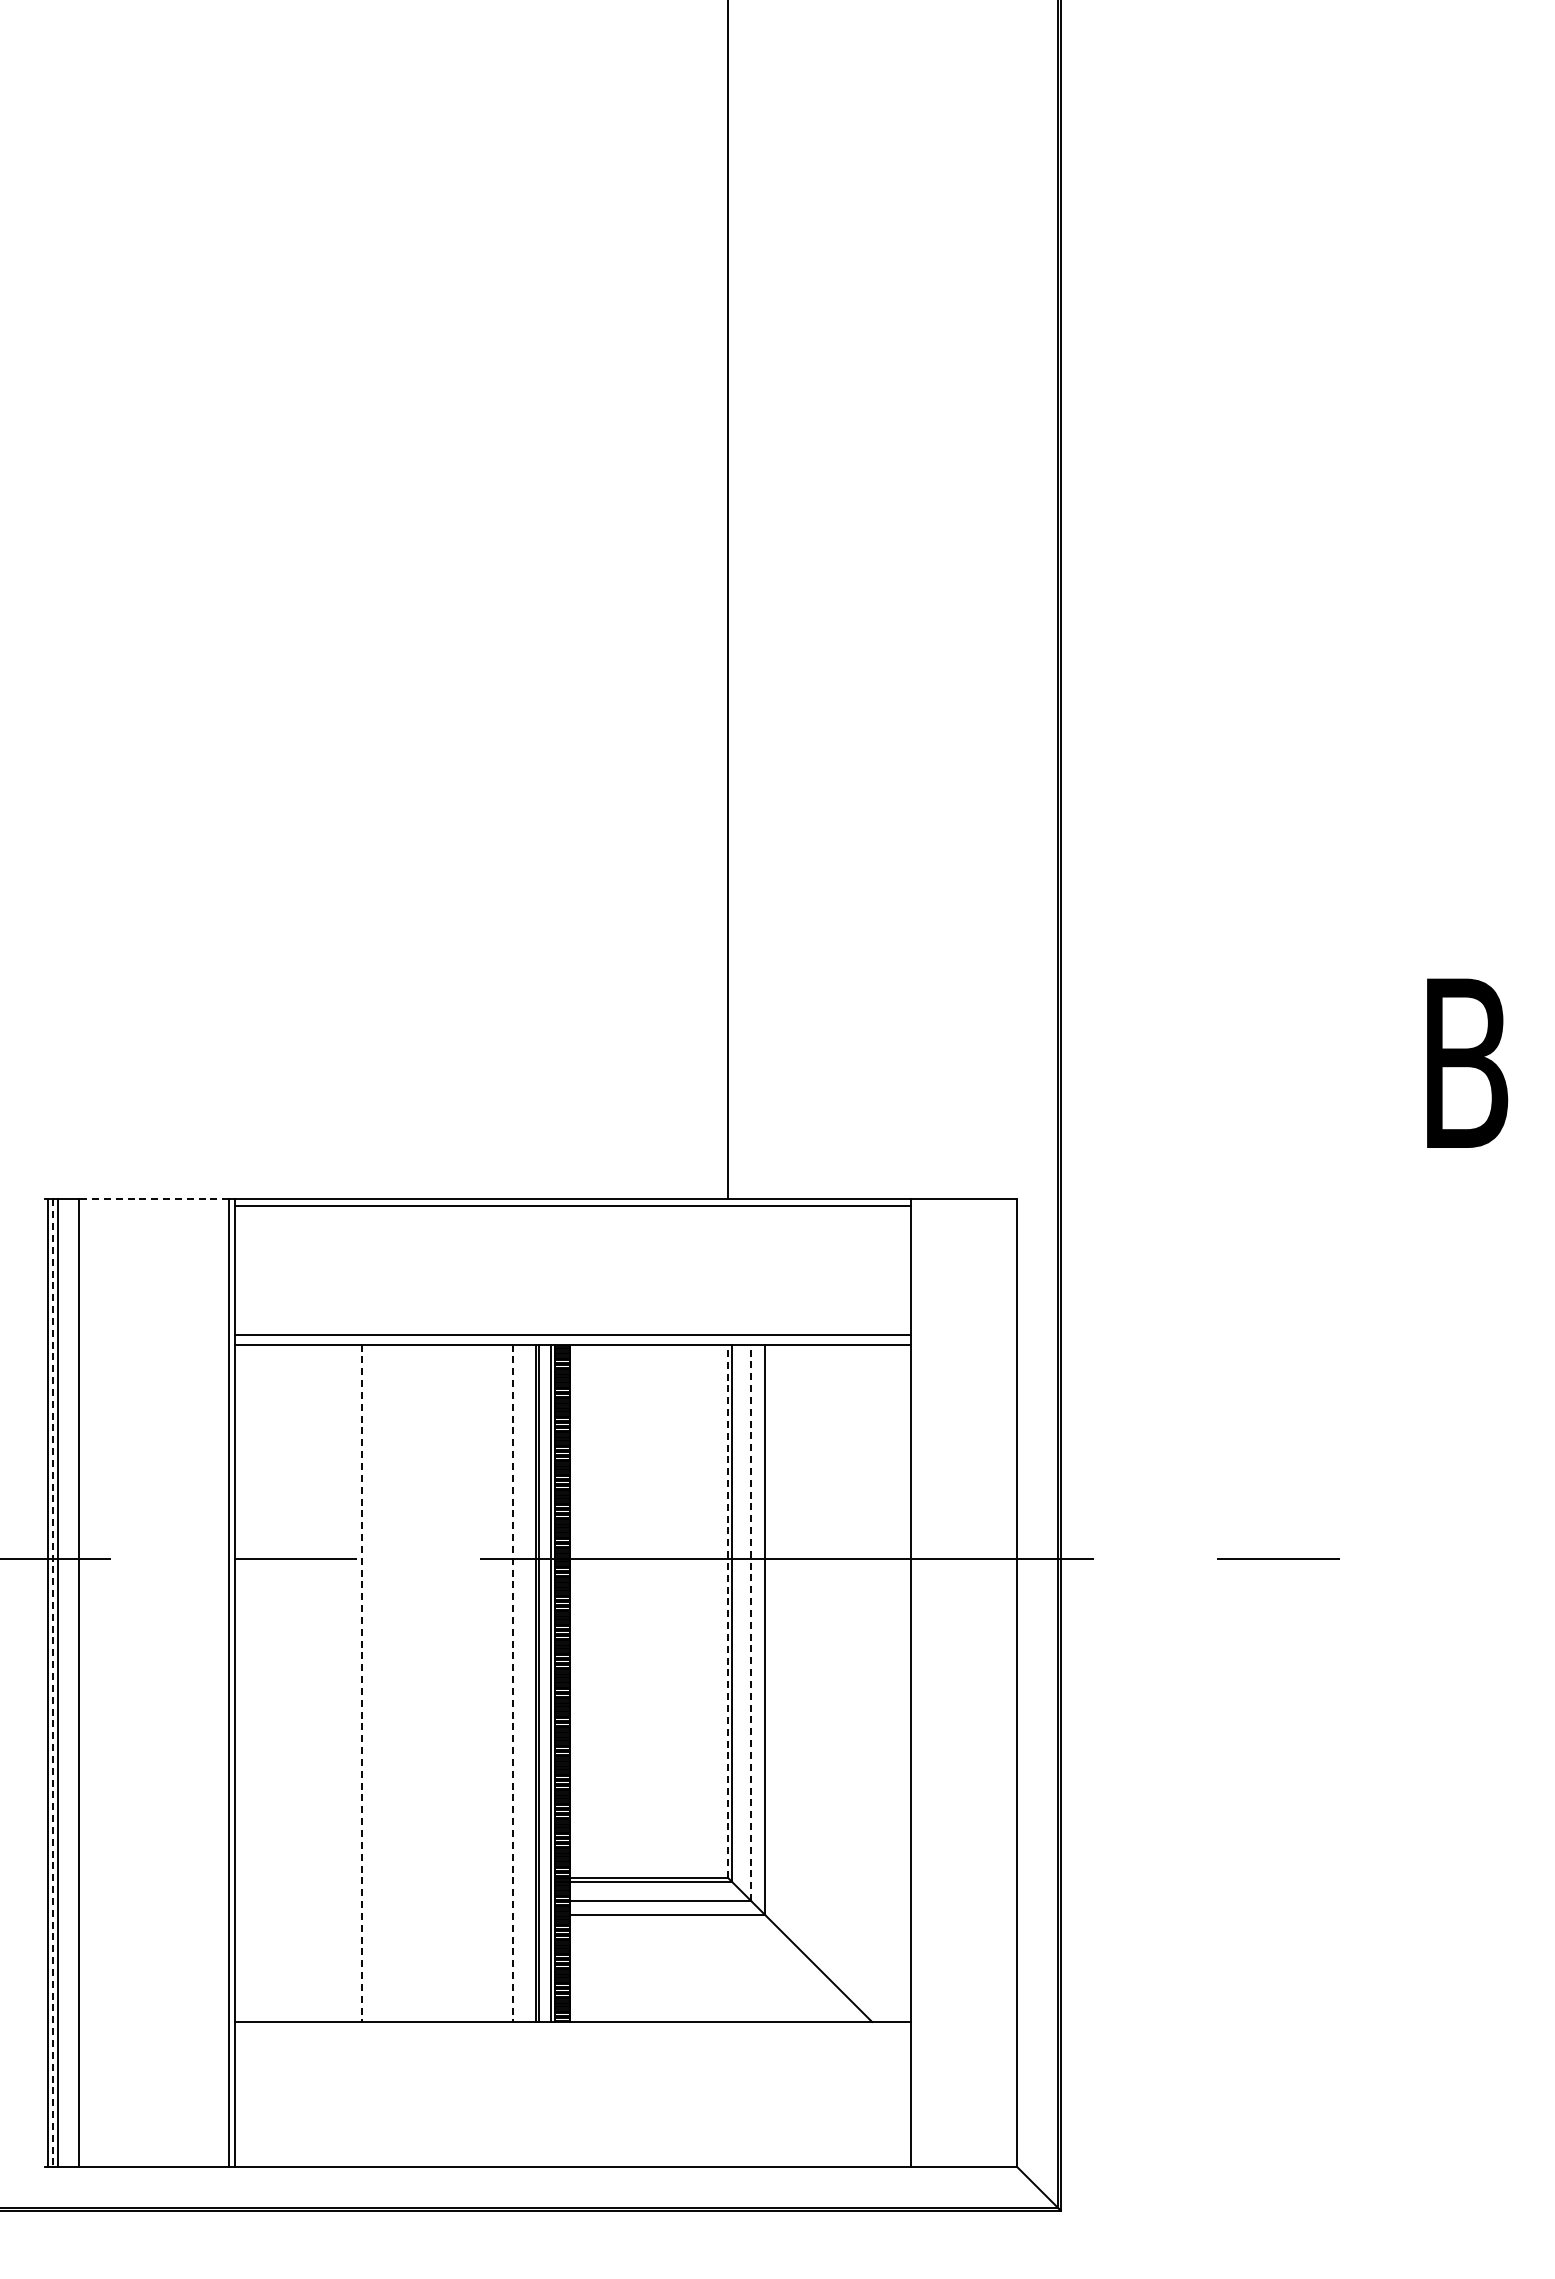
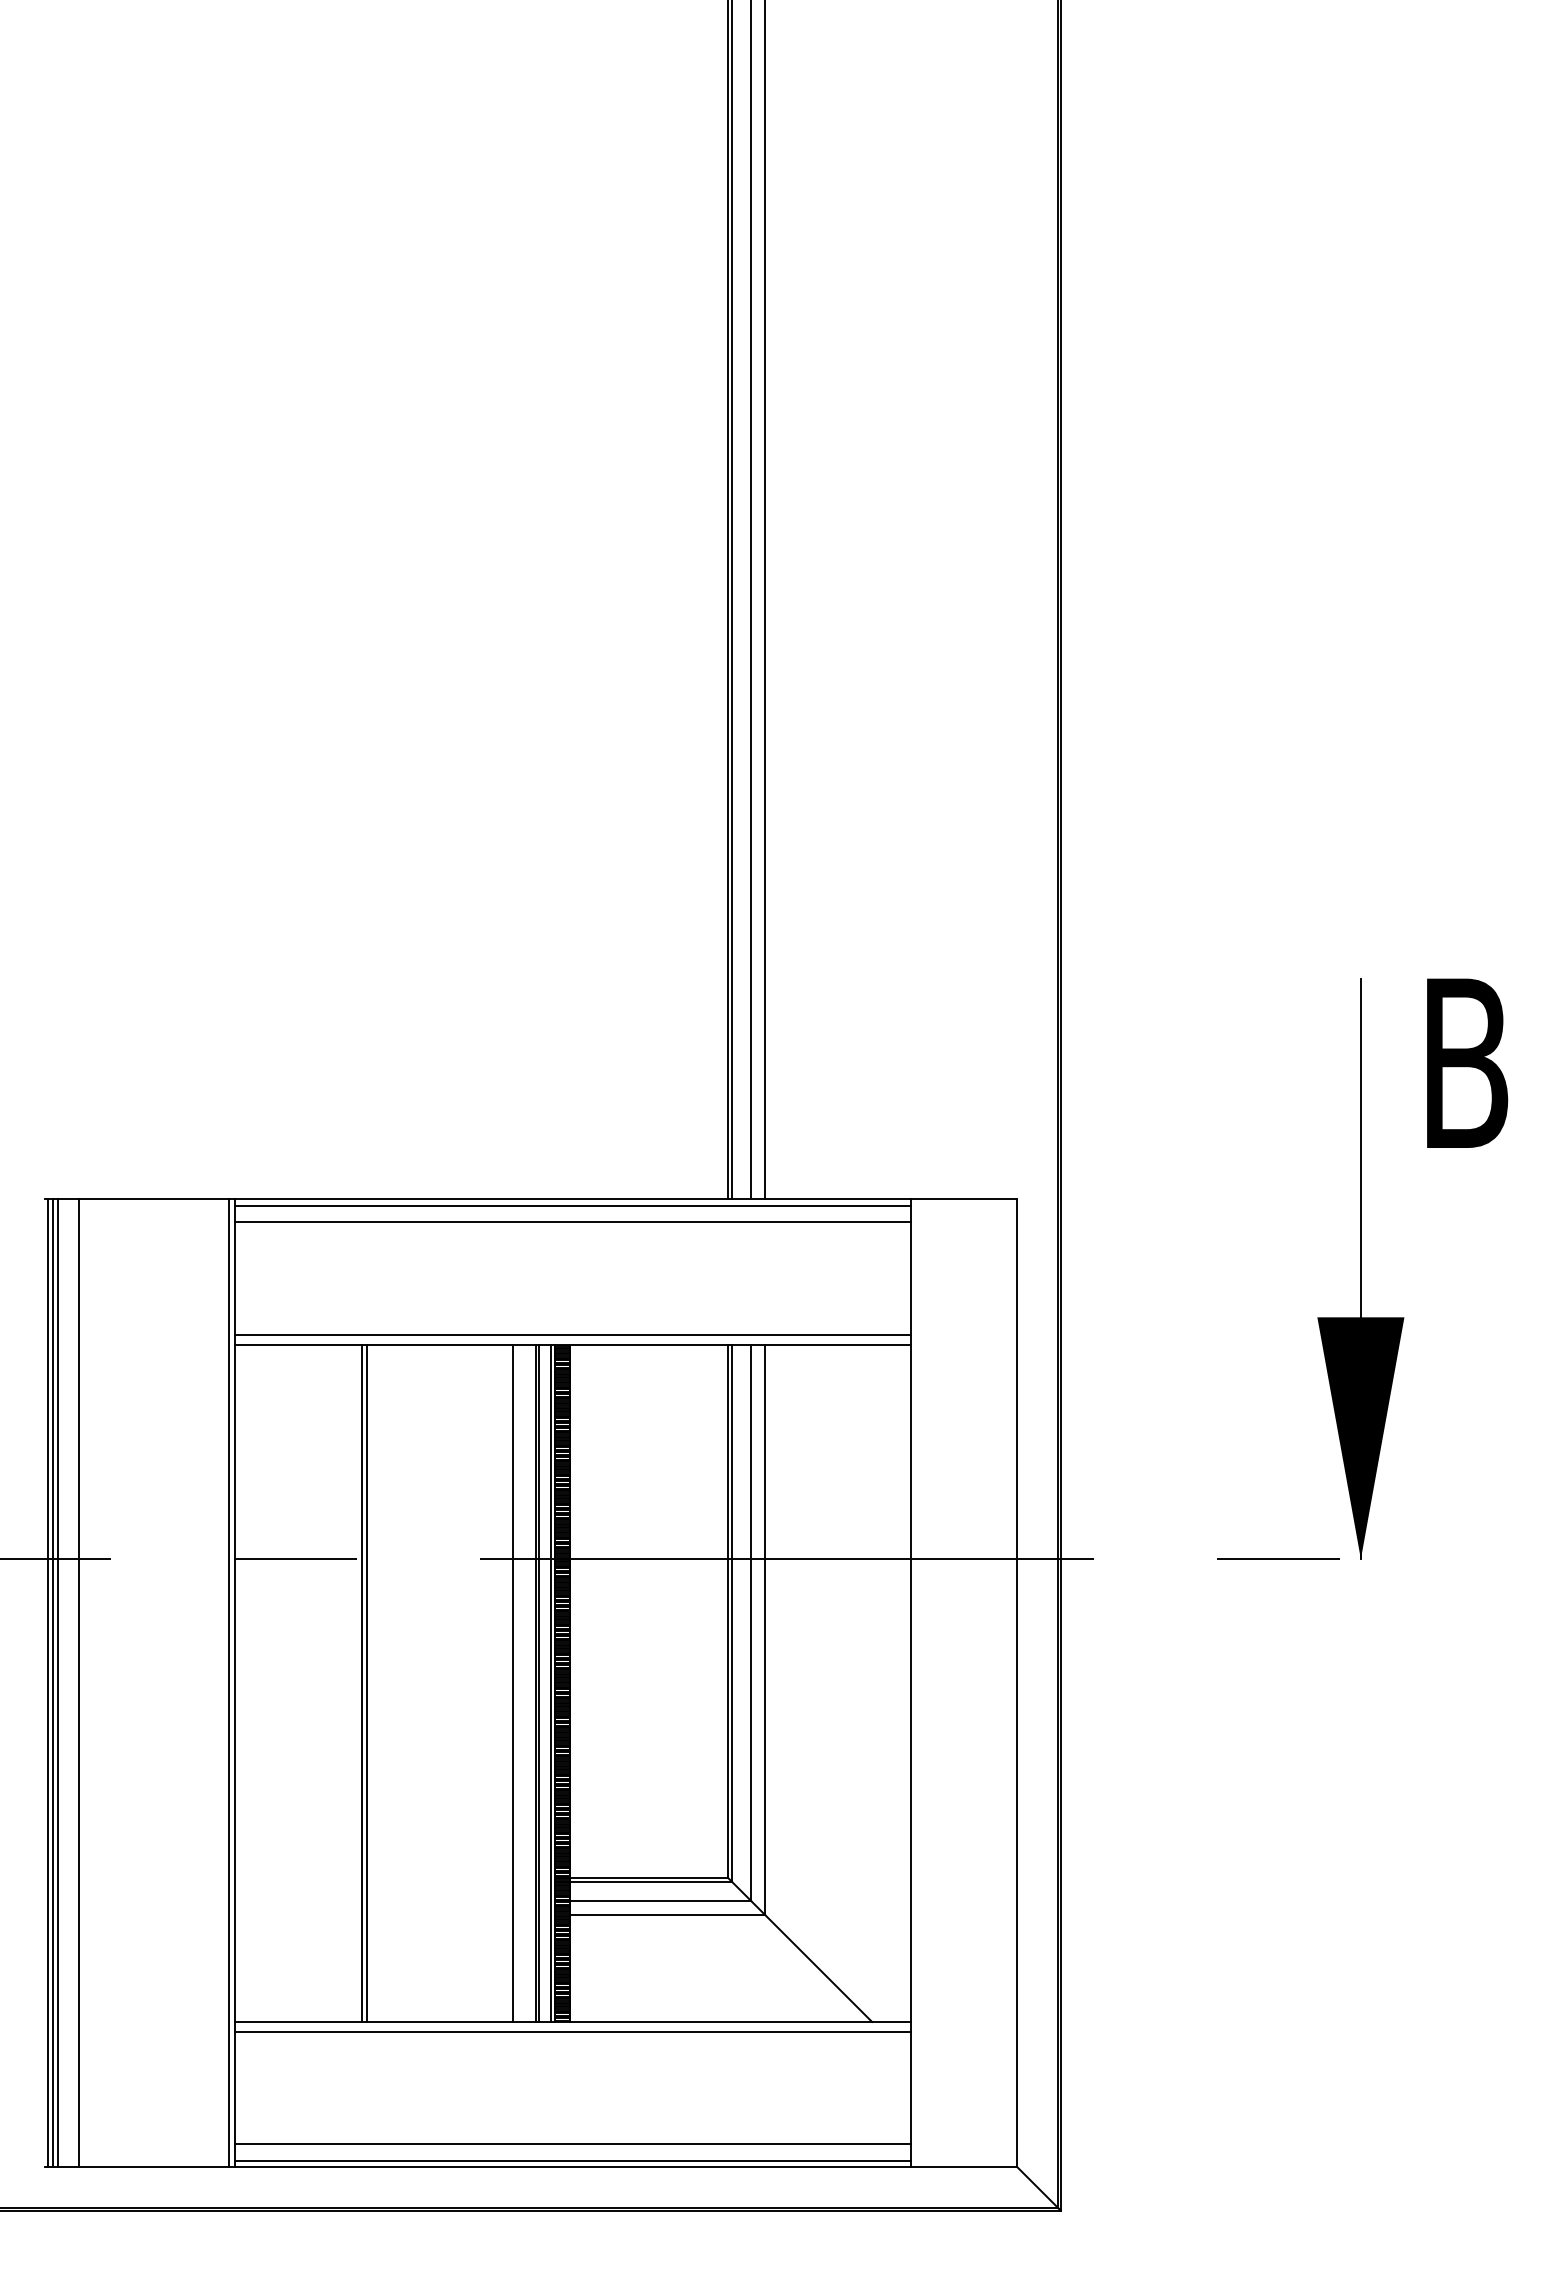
line at (731, 600): none -> present
line at (751, 600): none -> present
line at (764, 600): none -> present
line at (153, 1199): dashed -> solid
line at (572, 1222): none -> present
part at (1360, 1268): none -> present
line at (727, 1611): dashed -> solid
line at (751, 1622): dashed -> solid
line at (366, 1682): none -> present
line at (52, 1683): dashed -> solid
line at (361, 1683): dashed -> solid
line at (513, 1683): dashed -> solid
line at (572, 2031): none -> present
line at (572, 2144): none -> present
line at (572, 2160): none -> present
